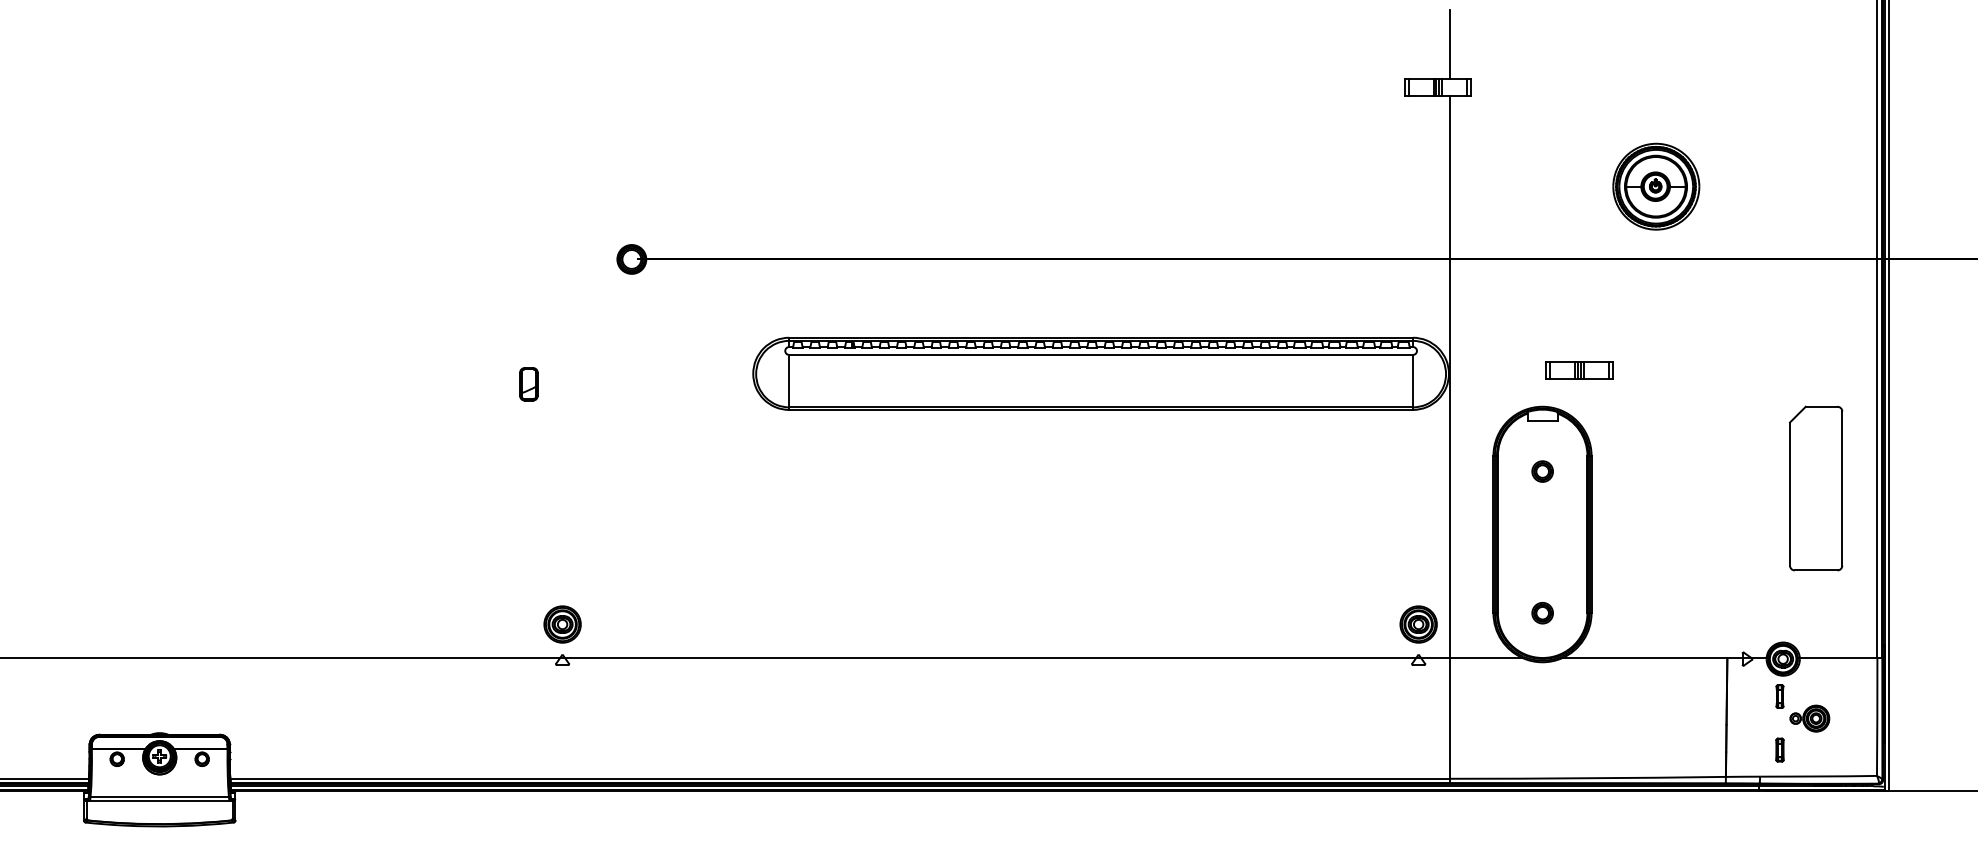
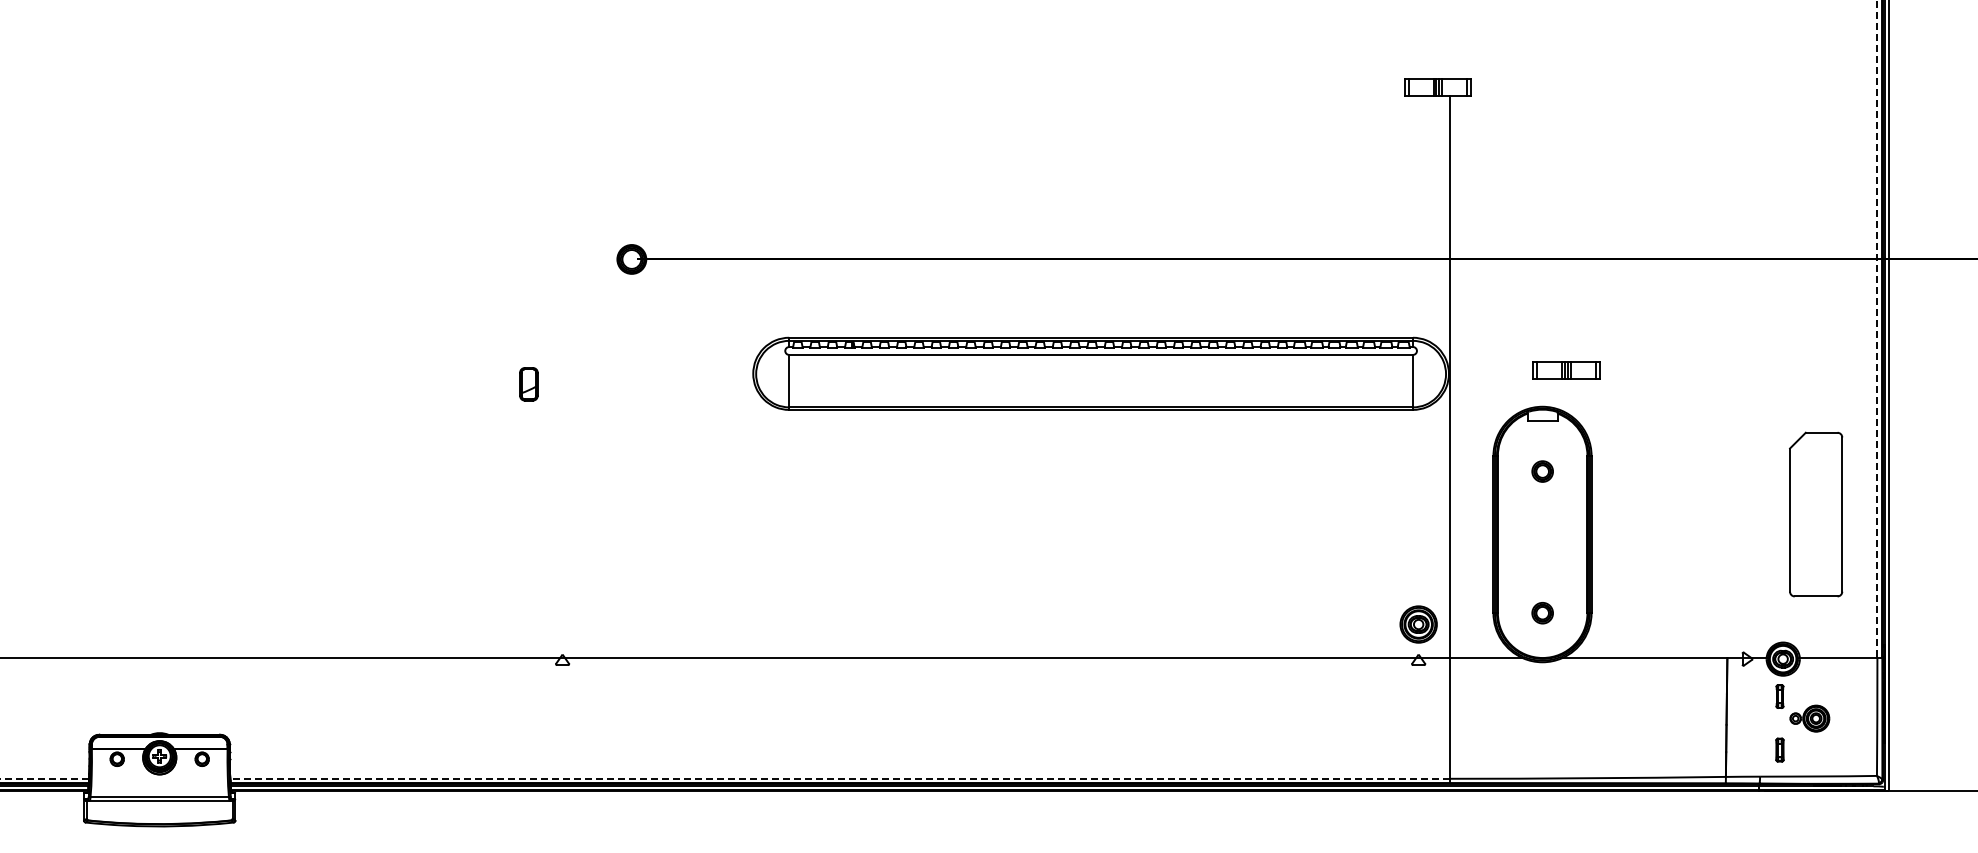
line at (1450, 43): present -> none
part at (1656, 186): present -> none
line at (1877, 329): solid -> dashed
part at (1579, 370) position: (1579, 370) -> (1566, 370)
part at (1816, 488) position: (1816, 488) -> (1816, 514)
part at (562, 624): present -> none
line at (44, 778): solid -> dashed
line at (840, 778): solid -> dashed
